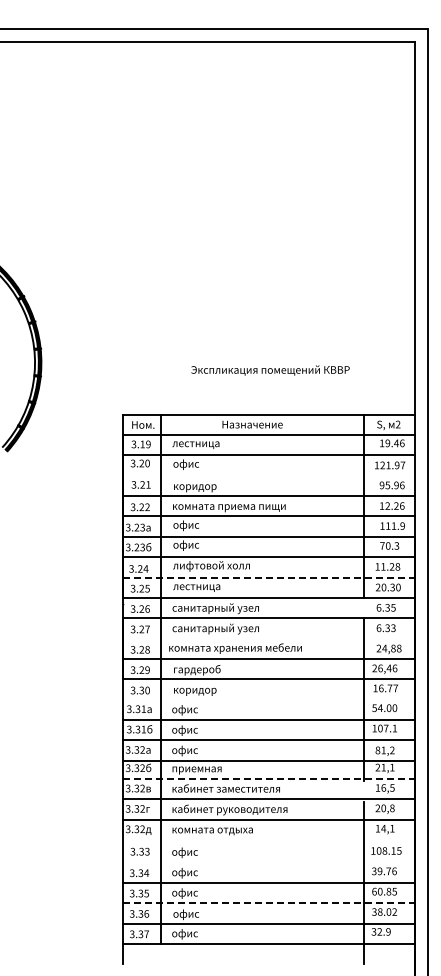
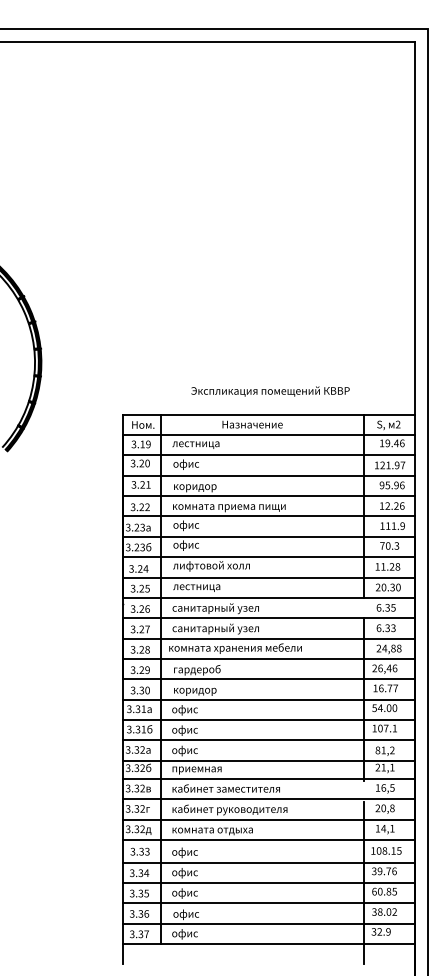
text at (270, 370) position: (270, 370) -> (270, 391)
line at (268, 475): none -> present
line at (269, 577): dashed -> solid
line at (268, 638): none -> present
line at (268, 699): none -> present
line at (269, 779): dashed -> solid
line at (268, 840): none -> present
line at (268, 862): none -> present
line at (269, 903): dashed -> solid
